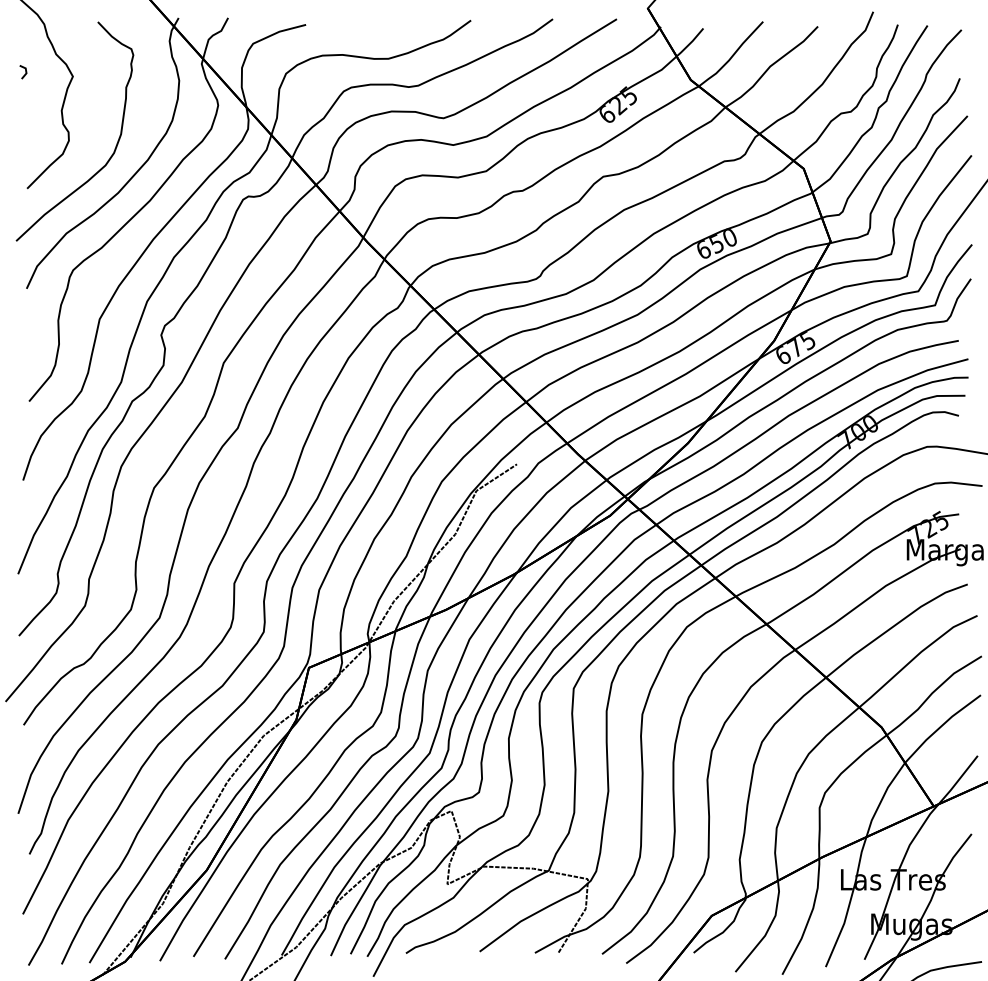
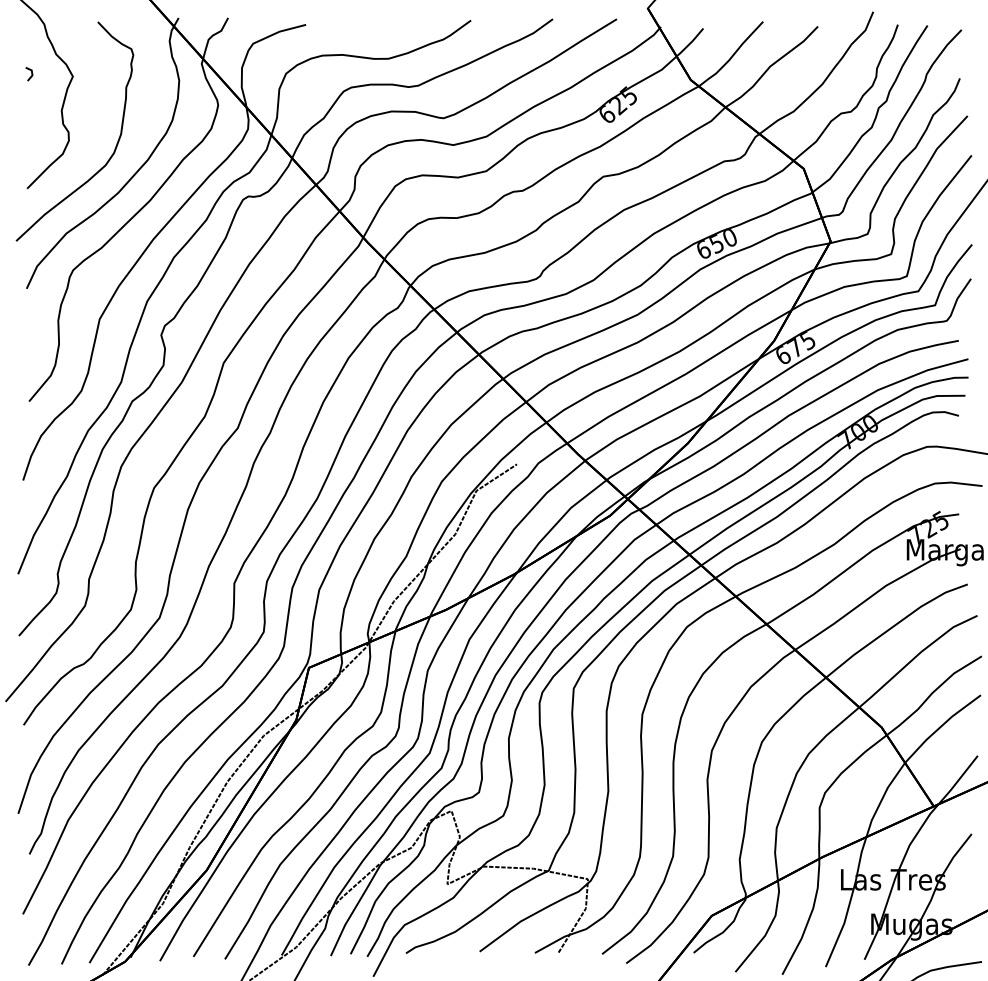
line at (25, 72) position: (25, 72) -> (31, 74)
